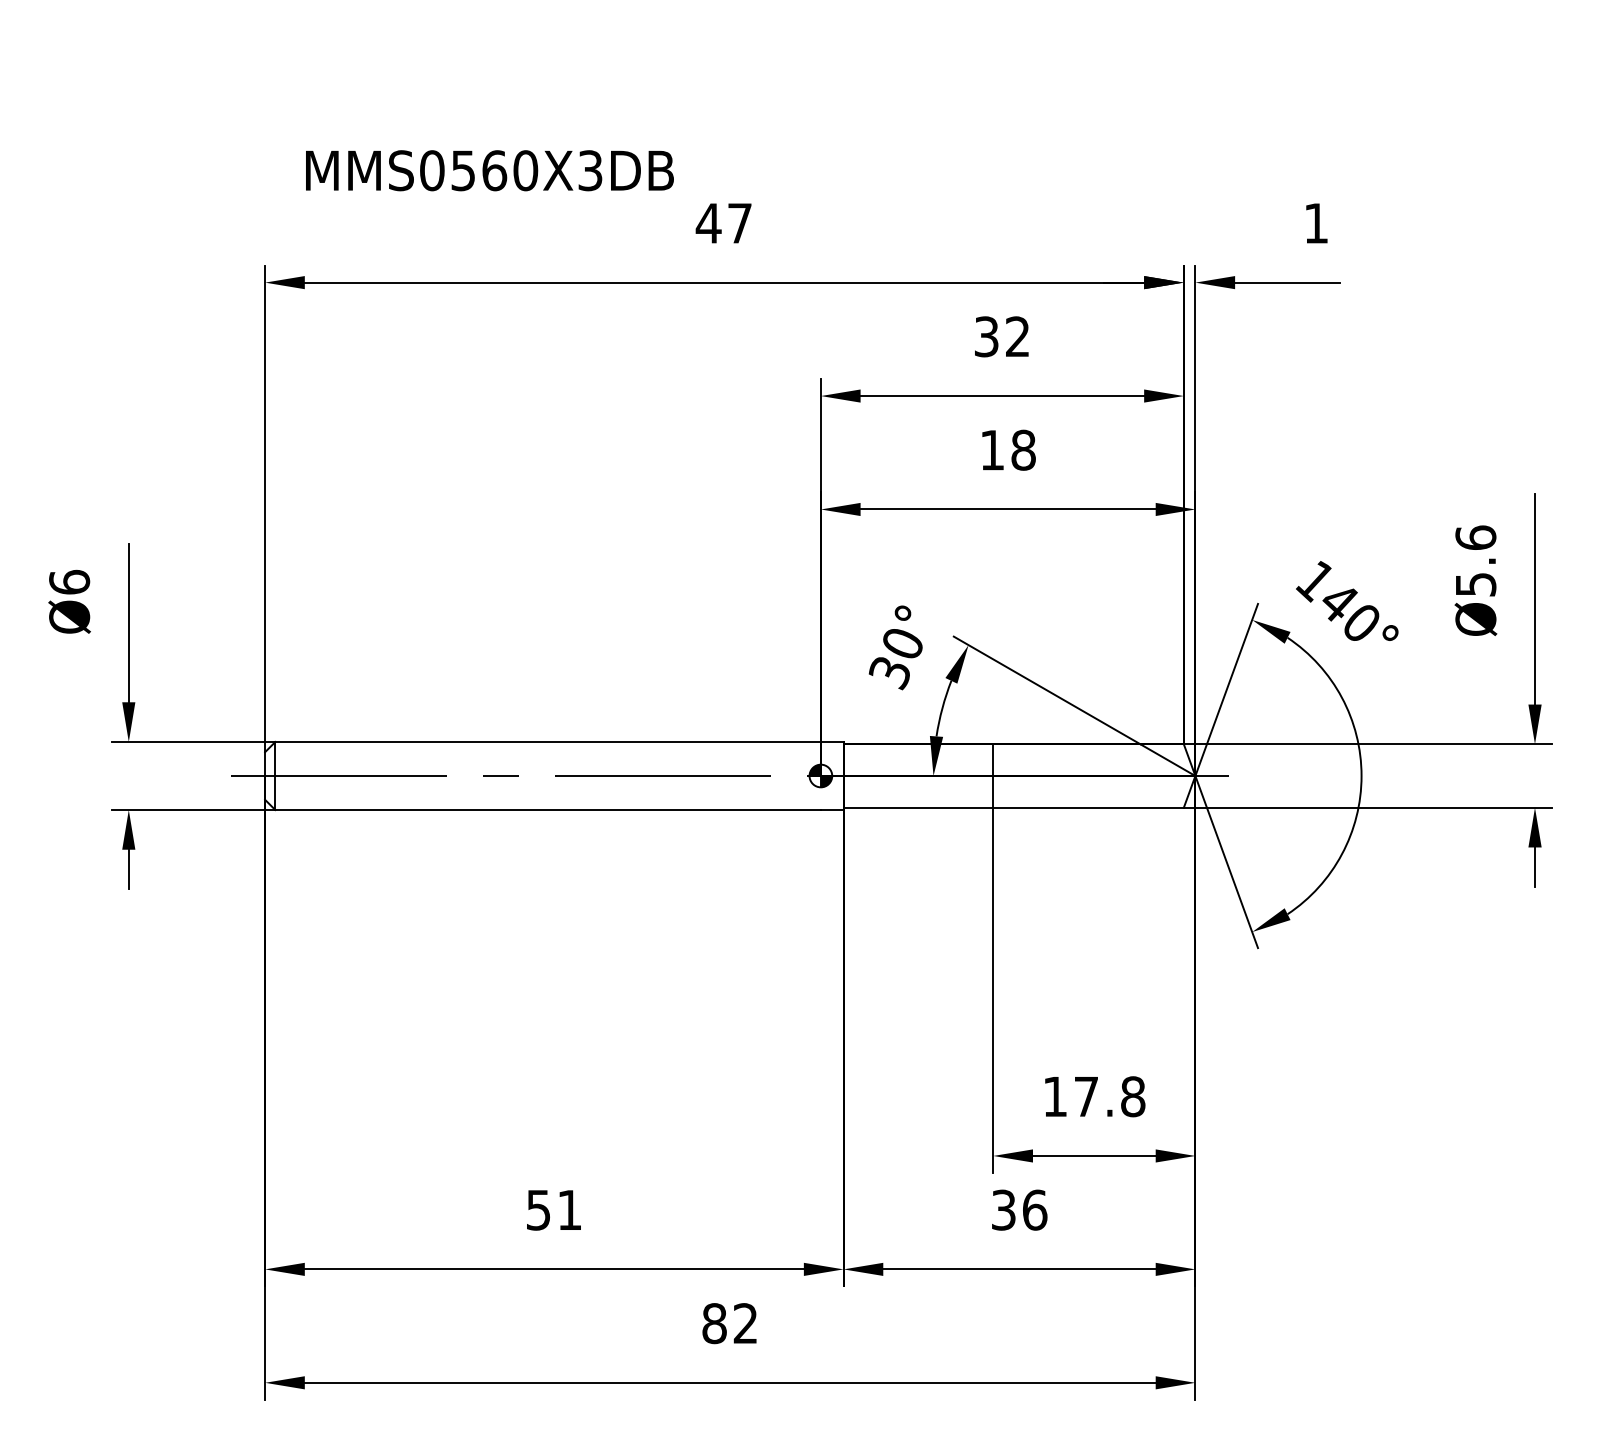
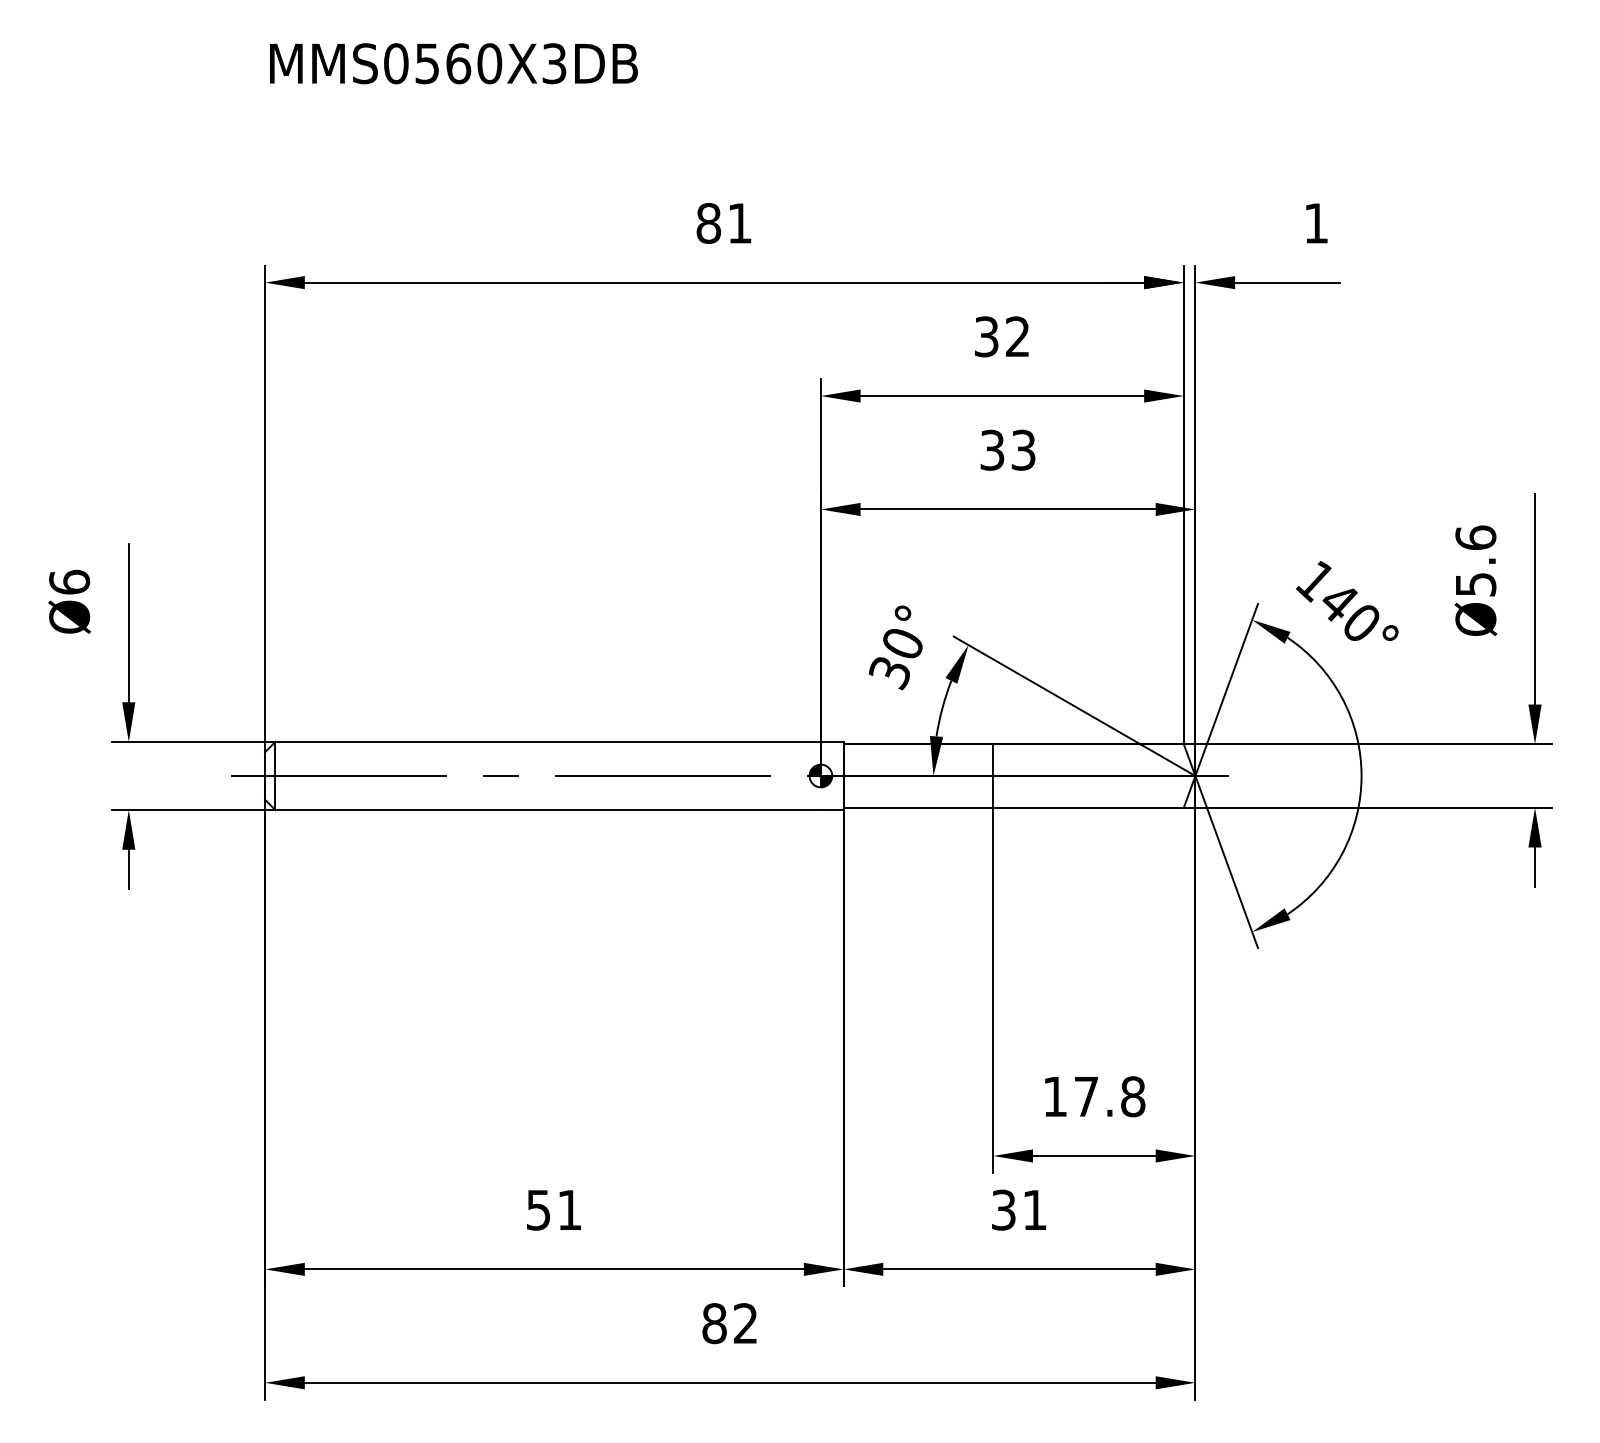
text at (489, 170) position: (489, 170) -> (453, 63)
text at (723, 222): 47 -> 81
text at (1007, 449): 18 -> 33
text at (1035, 1209): 36 -> 31
